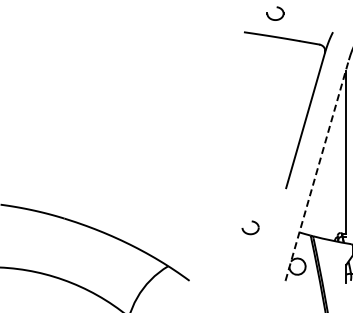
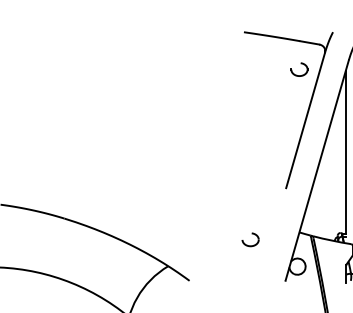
part at (275, 13) position: (275, 13) -> (299, 69)
line at (317, 170): dashed -> solid
part at (250, 227) position: (250, 227) -> (250, 239)
